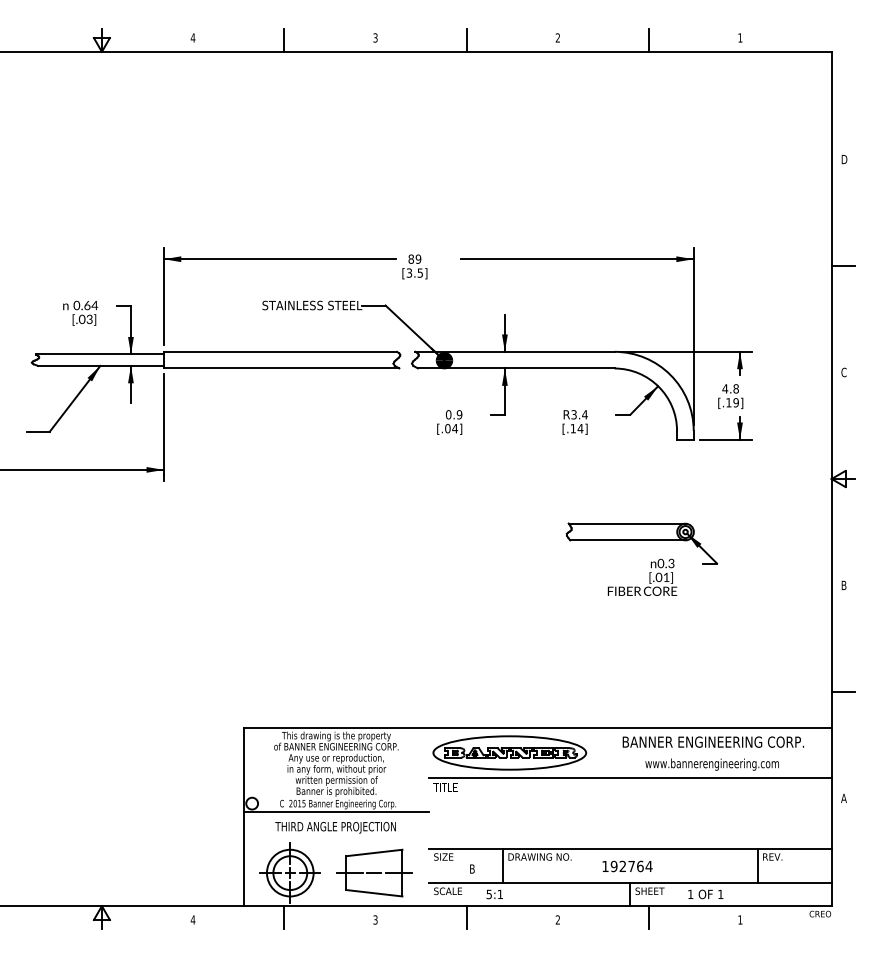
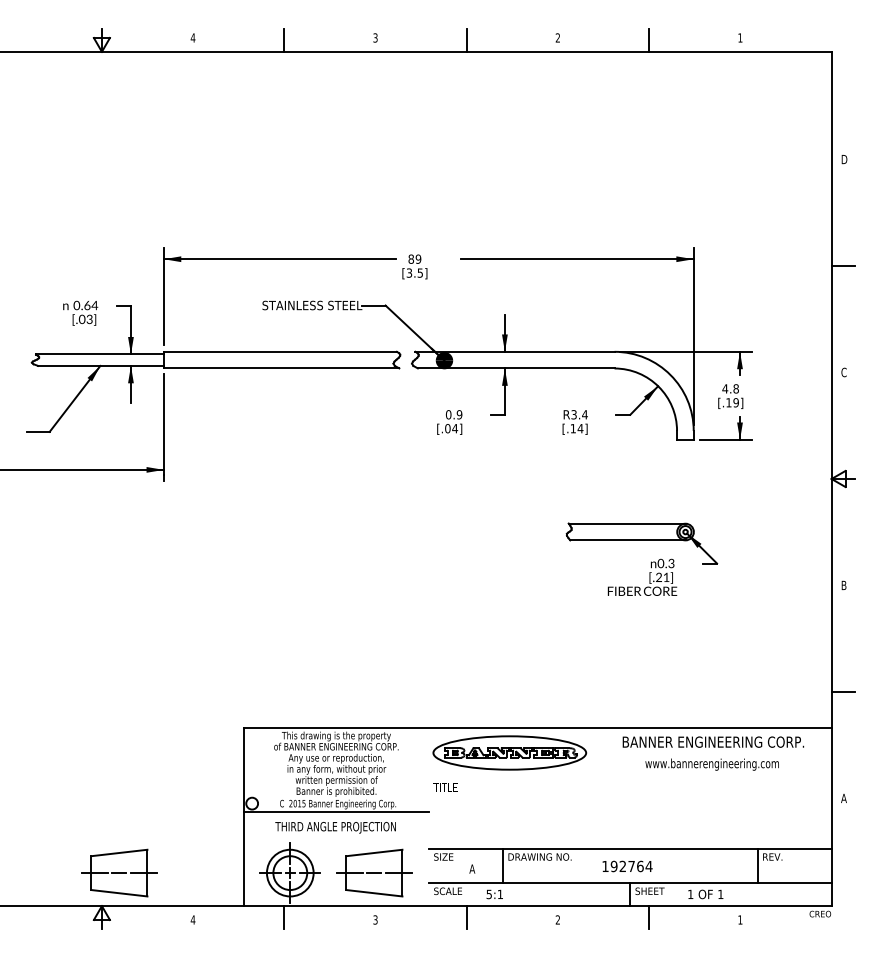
text at (658, 578): [.01] -> [.21]
line at (629, 778): present -> none
text at (472, 868): B -> A
part at (119, 872): none -> present
